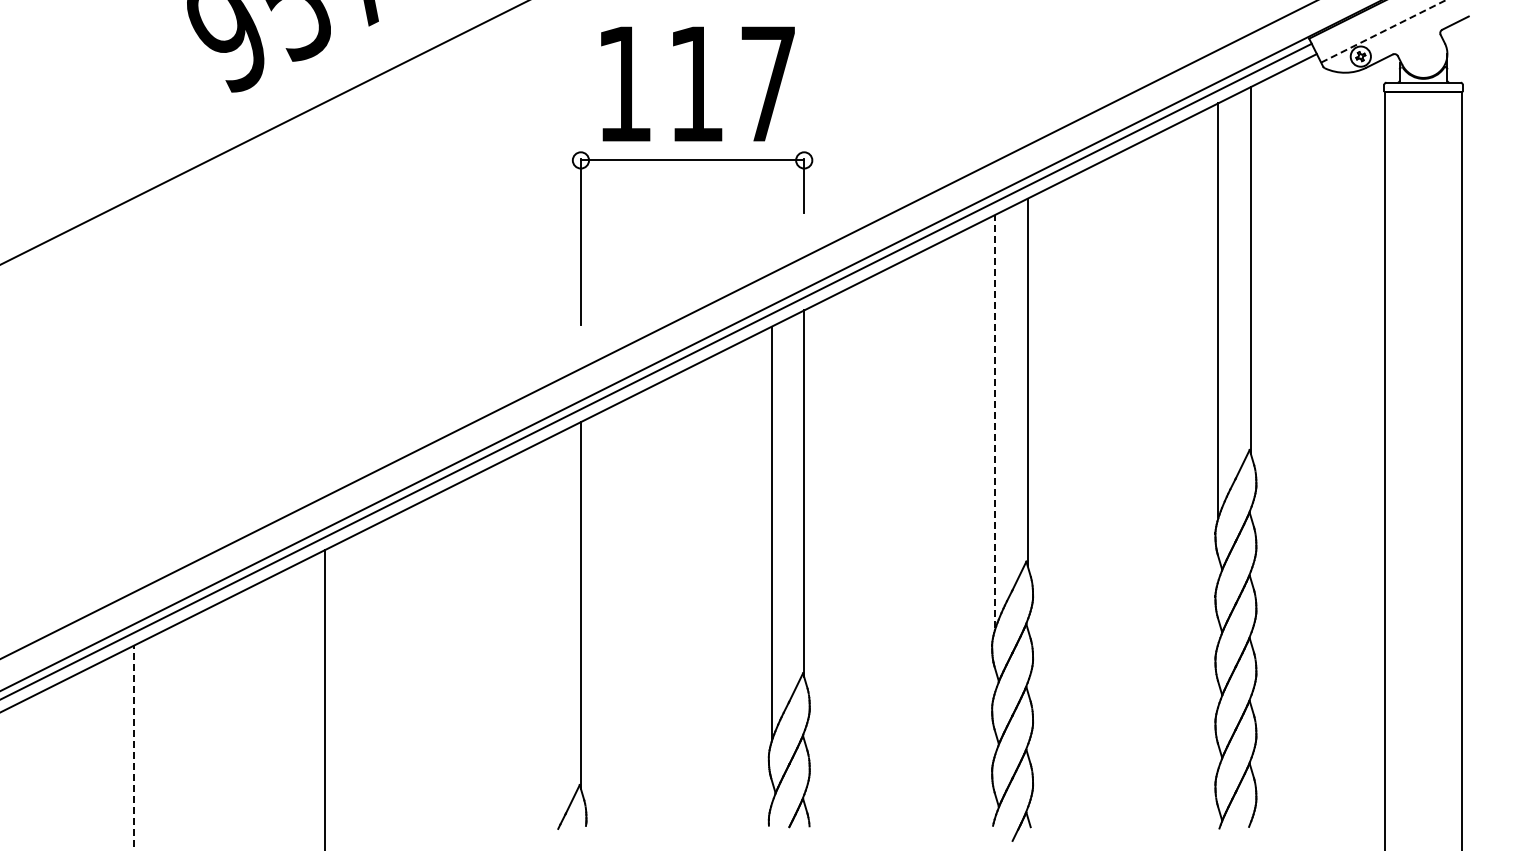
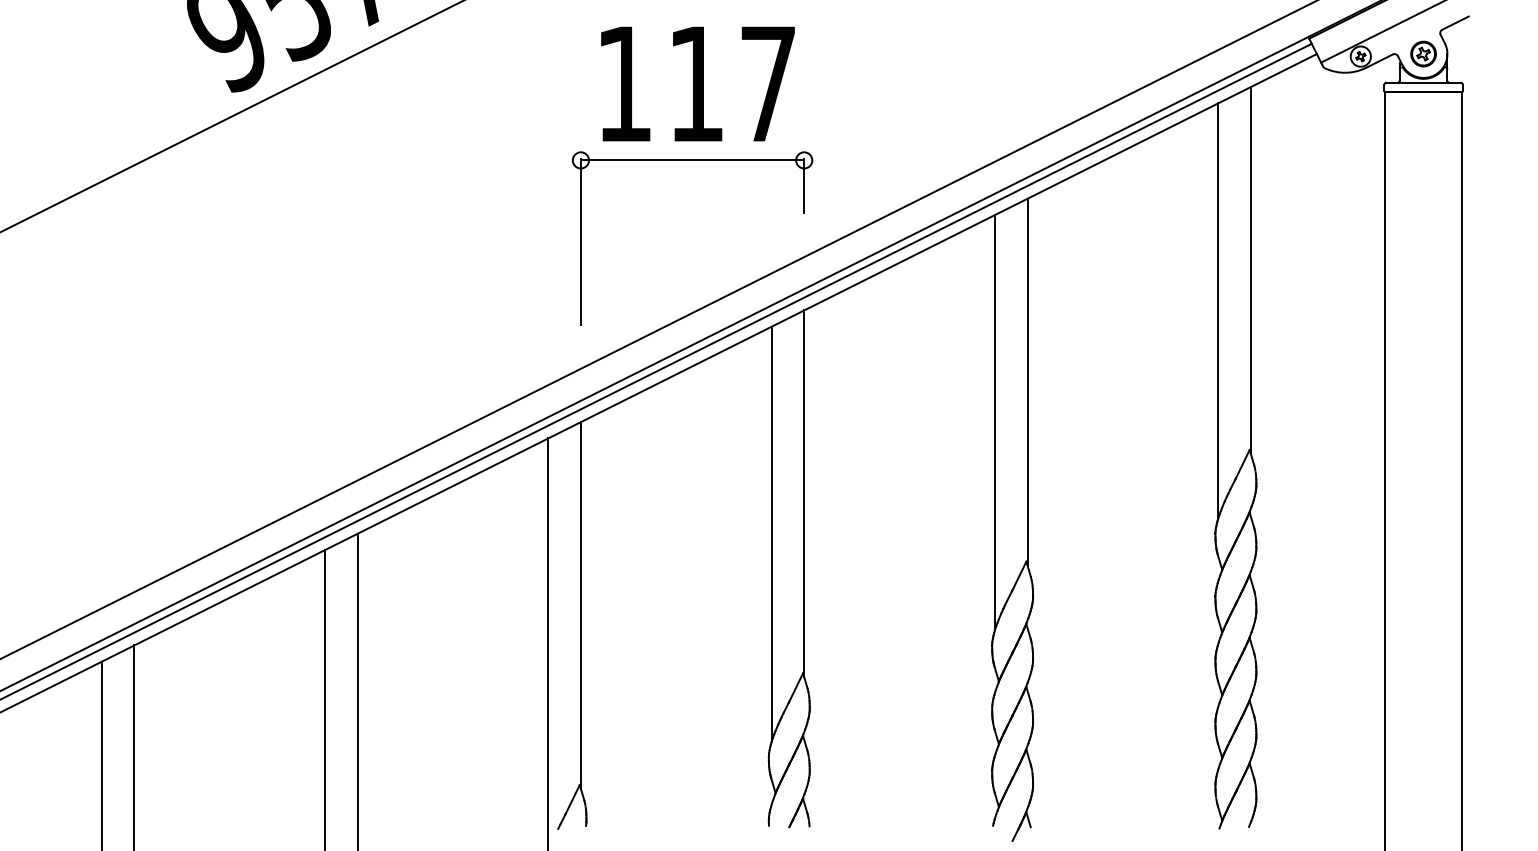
line at (1383, 31): dashed -> solid
part at (1423, 53): none -> present
line at (263, 132) position: (263, 132) -> (231, 116)
line at (995, 421): dashed -> solid
line at (548, 642): none -> present
line at (357, 690): none -> present
line at (134, 747): dashed -> solid
line at (101, 754): none -> present
